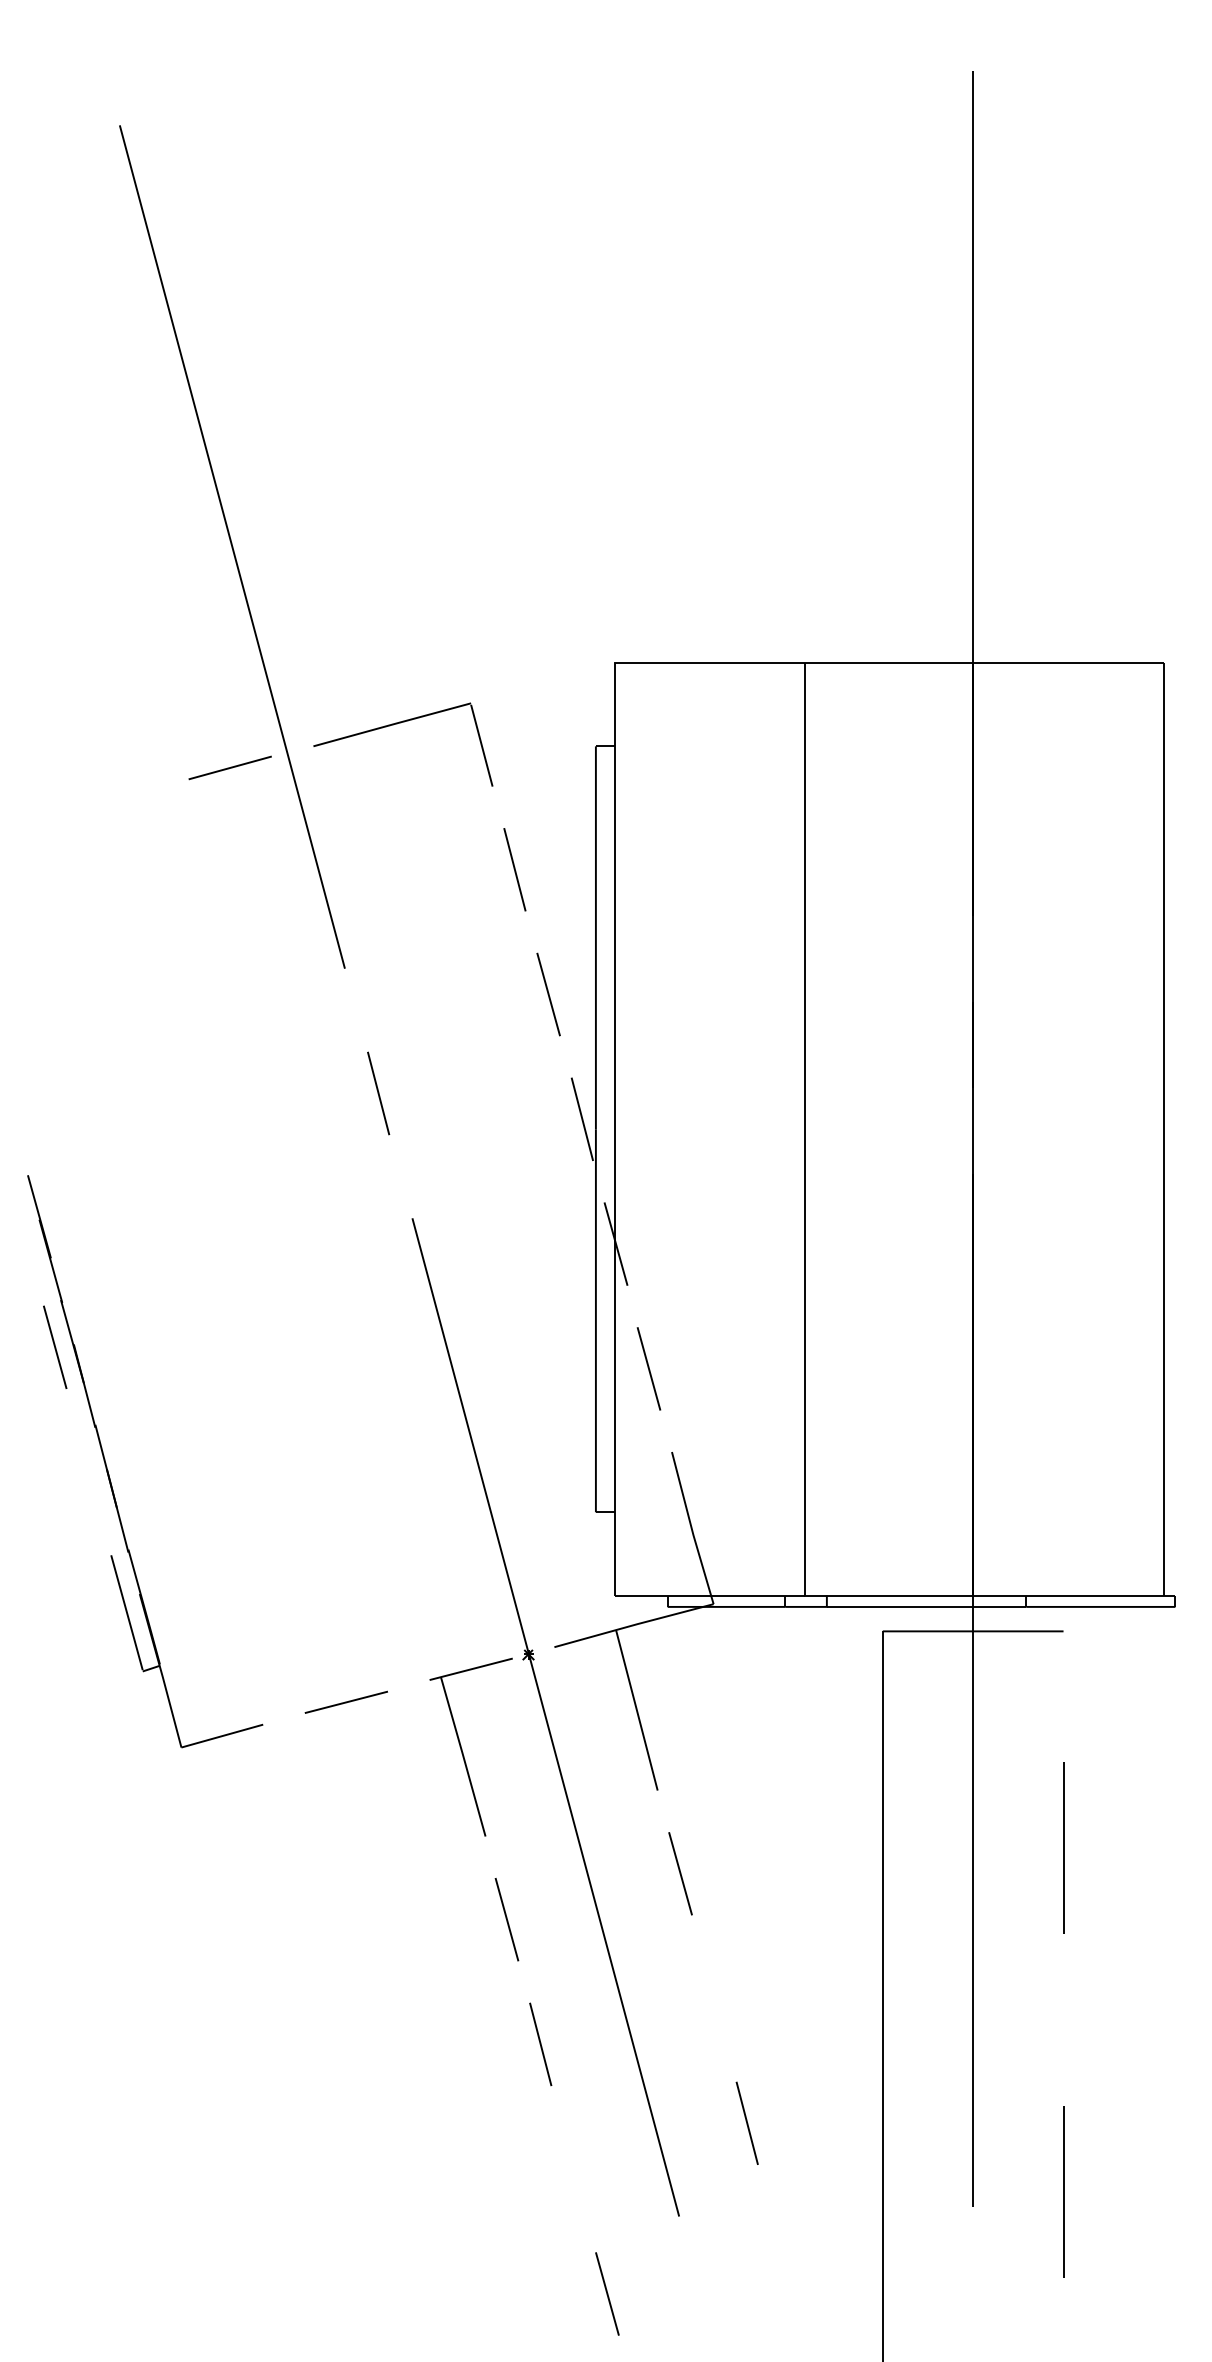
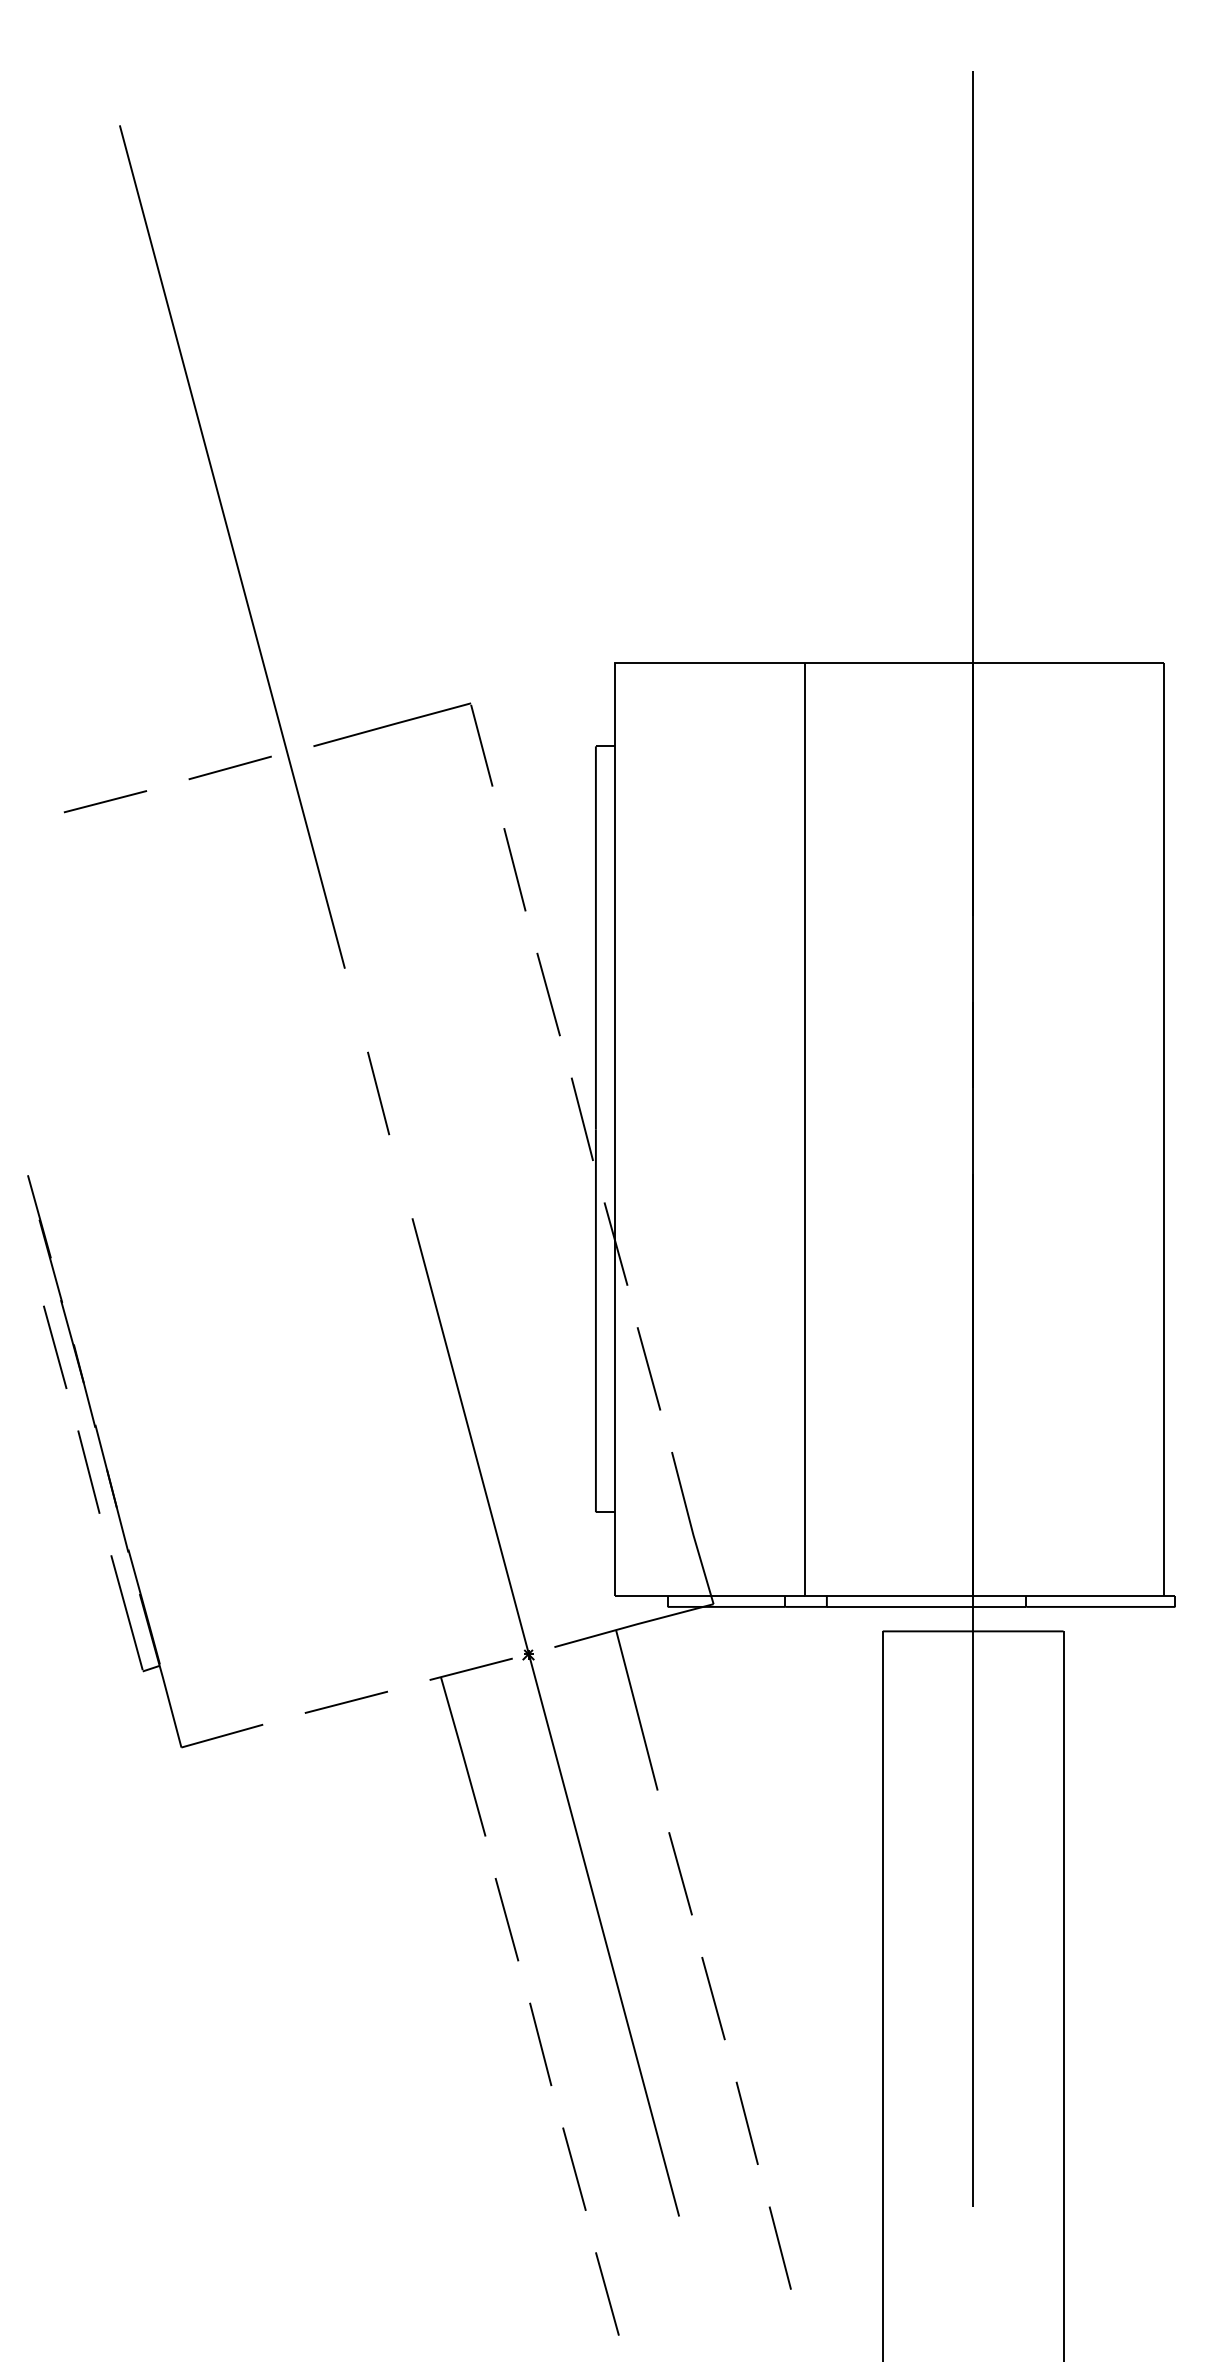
line at (105, 801): none -> present
line at (88, 1471): none -> present
line at (1063, 1996): dashed -> solid
line at (713, 1998): none -> present
line at (574, 2168): none -> present
line at (779, 2247): none -> present
